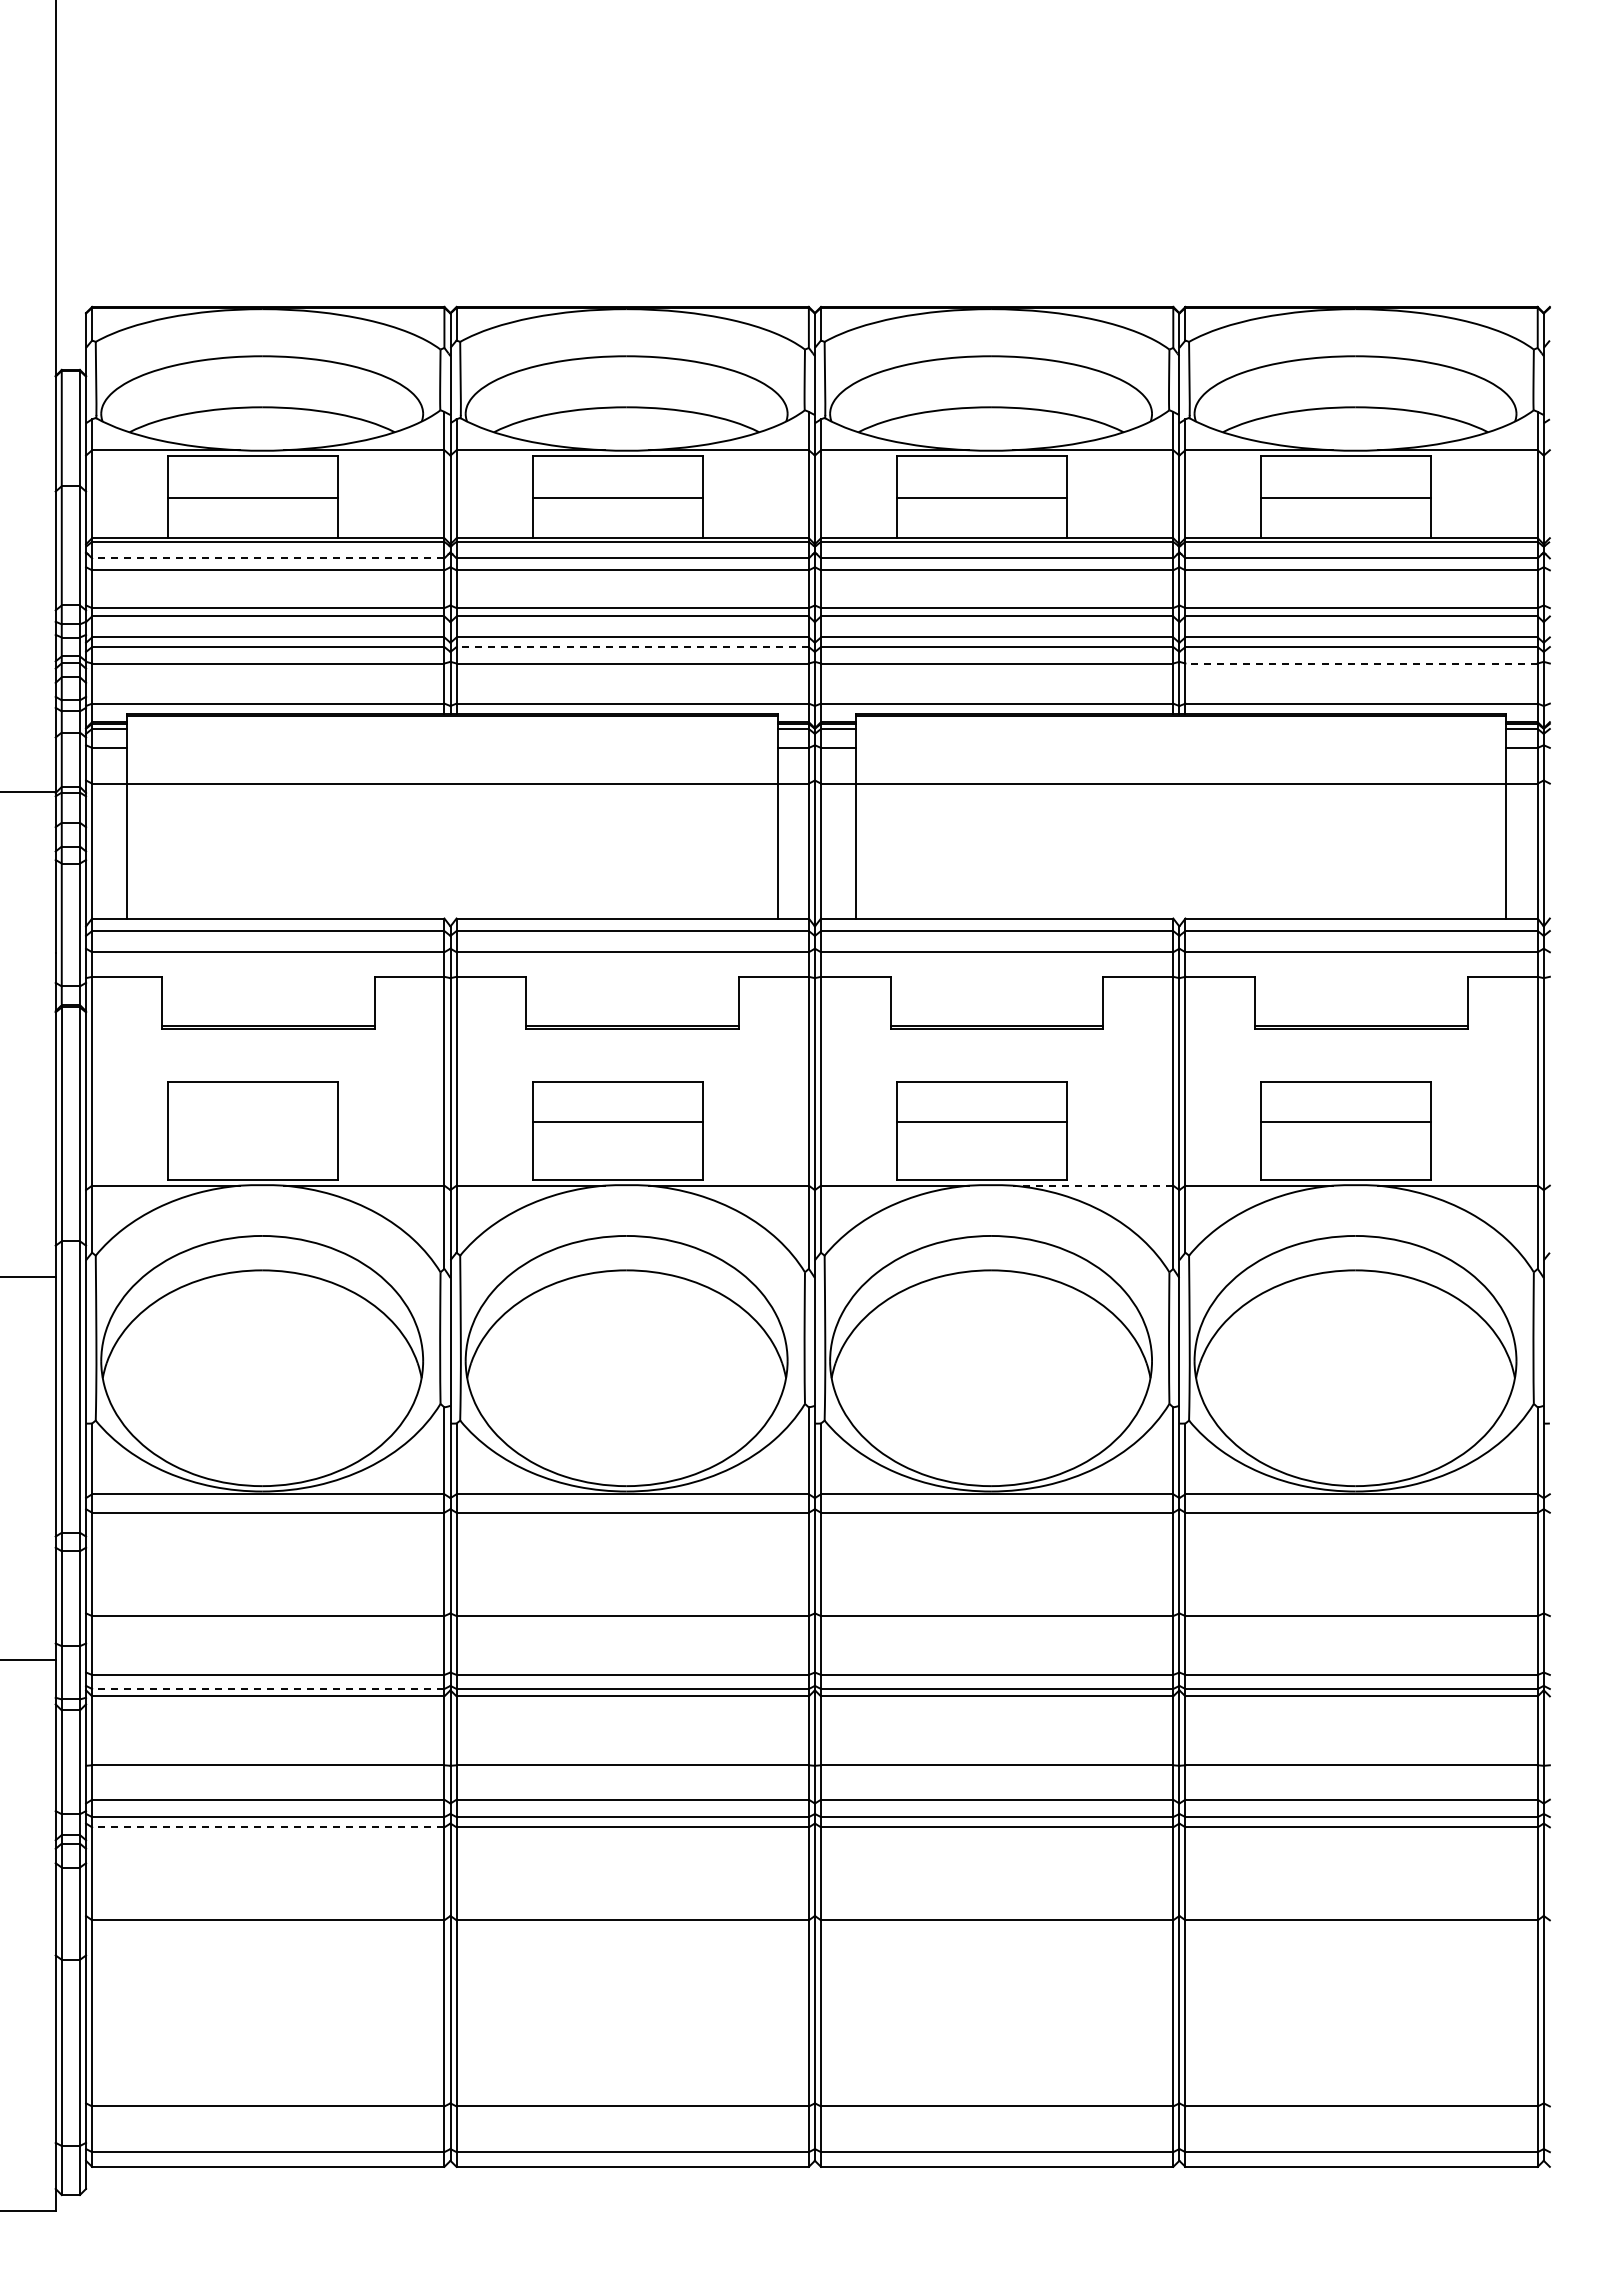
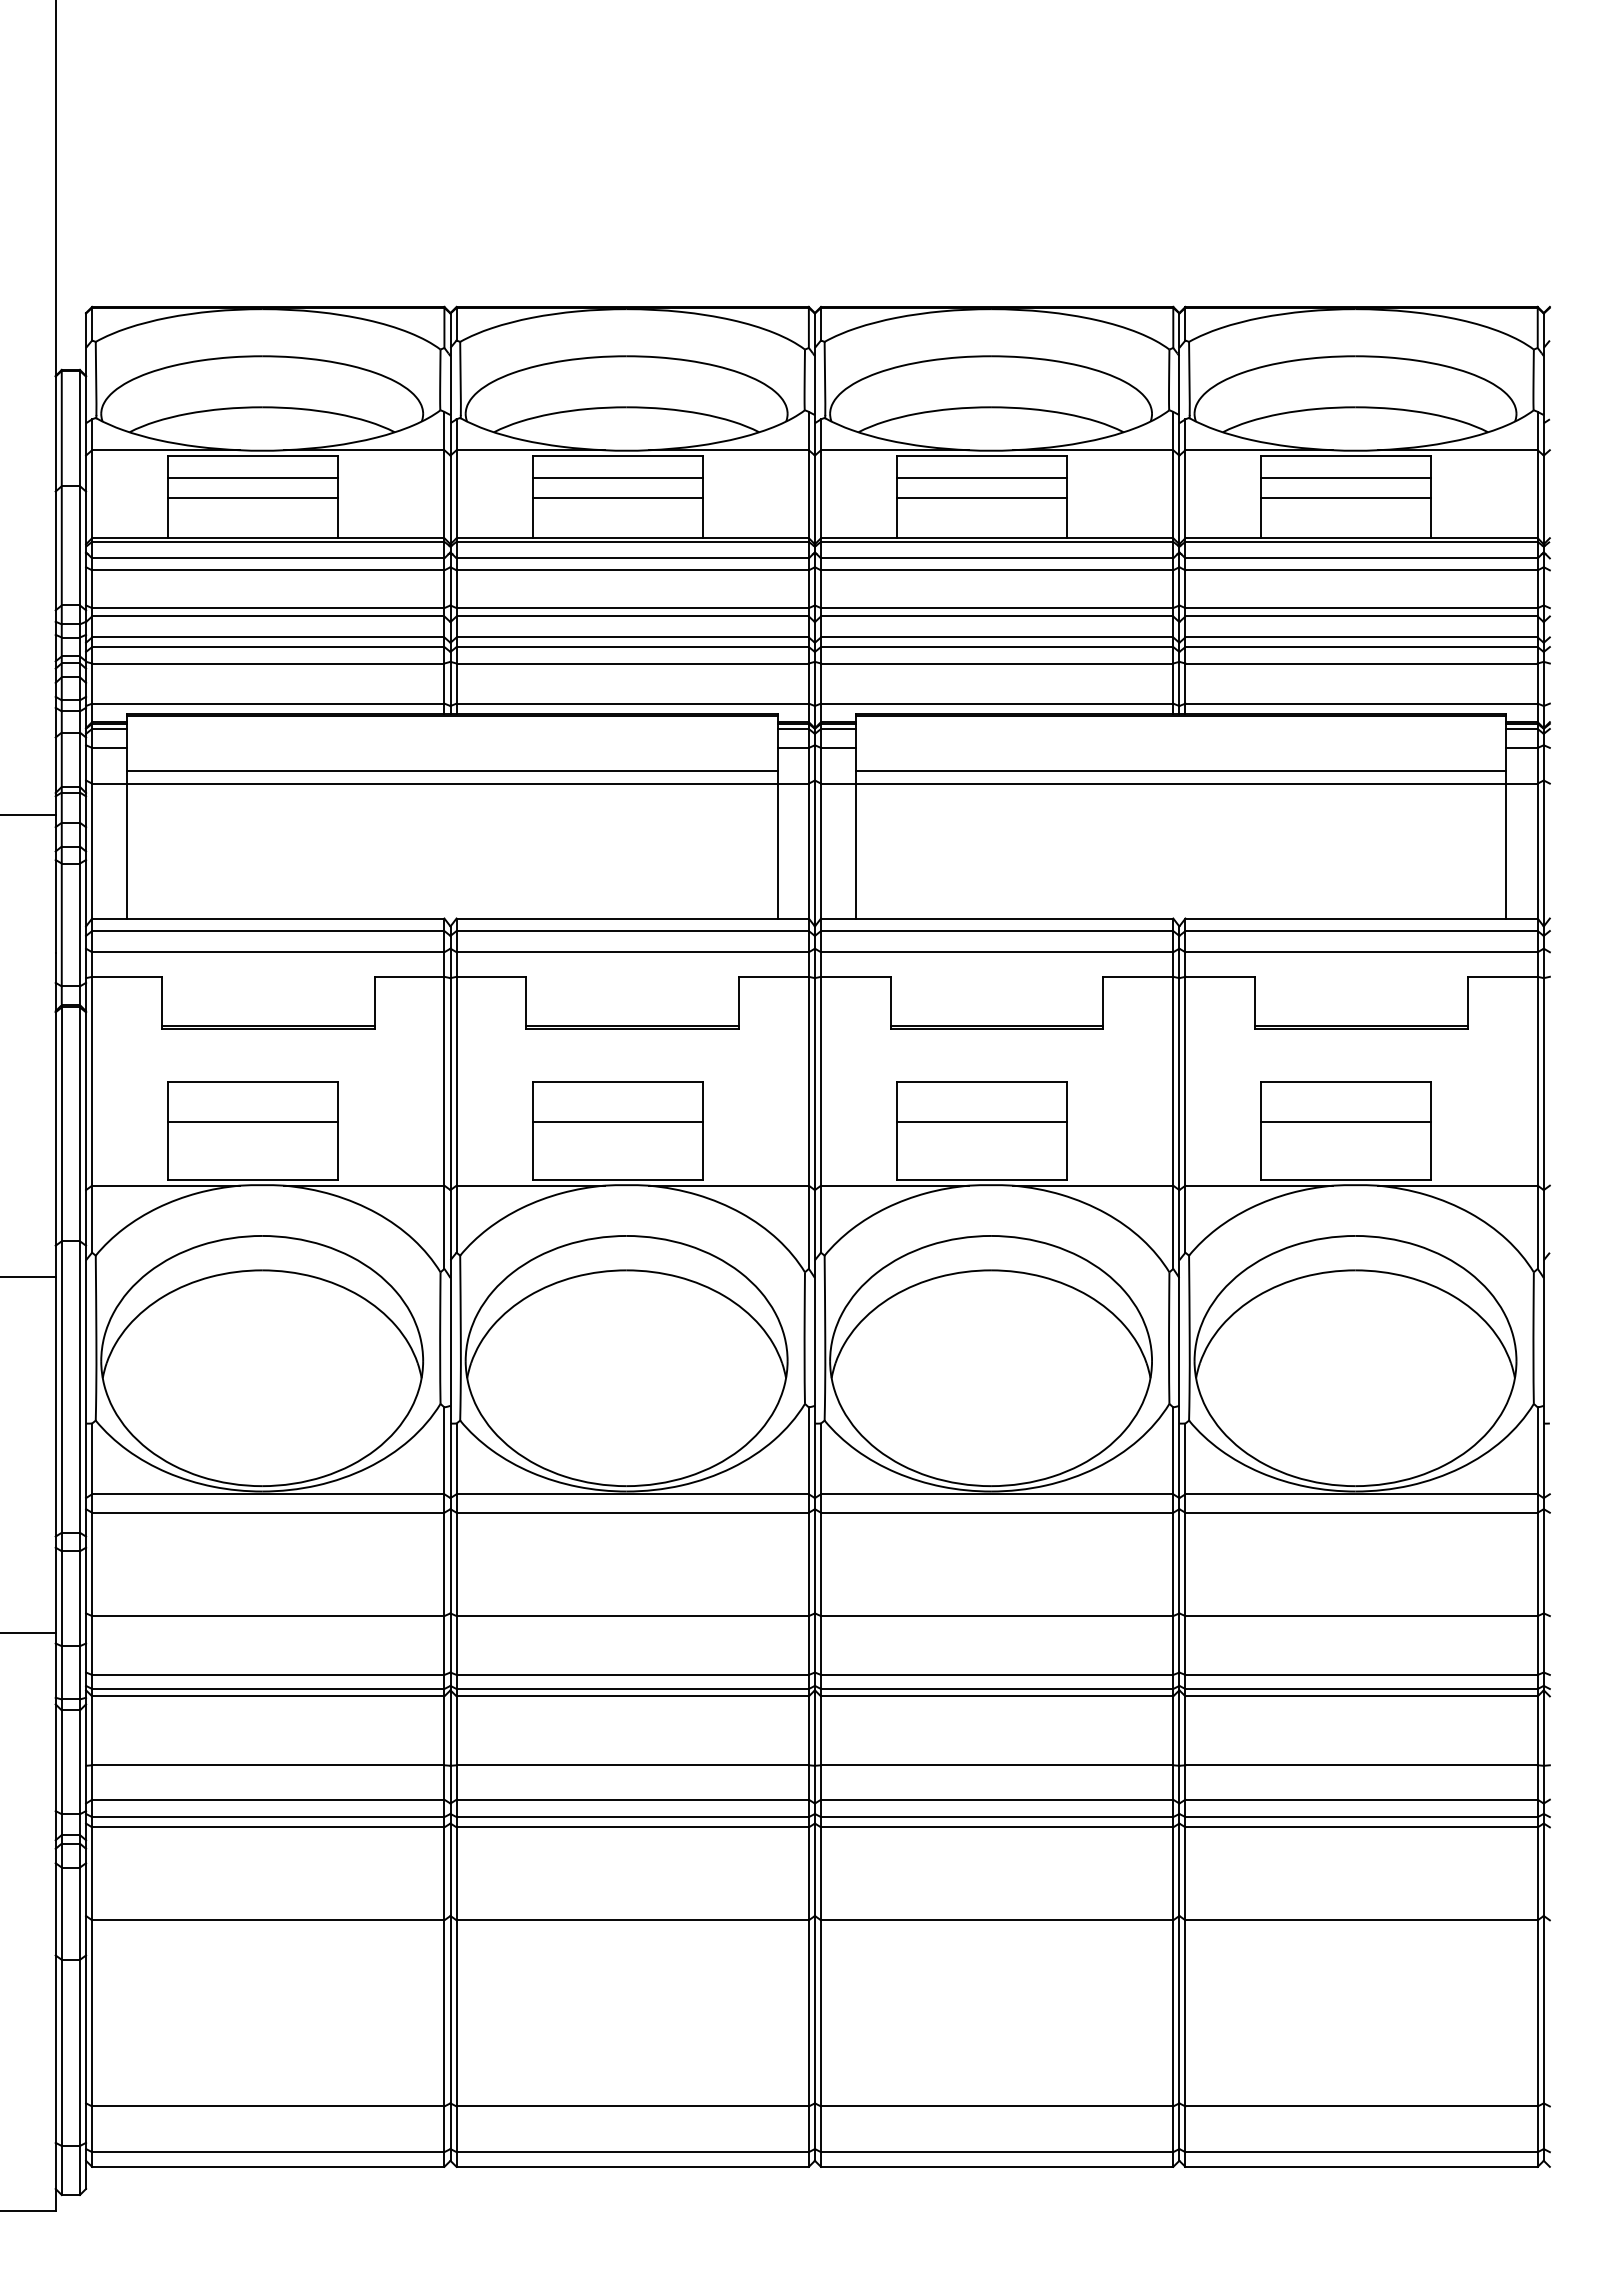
line at (253, 477): none -> present
line at (617, 477): none -> present
line at (981, 477): none -> present
line at (1346, 477): none -> present
line at (267, 558): dashed -> solid
line at (632, 647): dashed -> solid
line at (1361, 663): dashed -> solid
line at (452, 771): none -> present
line at (1180, 771): none -> present
line at (28, 792) position: (28, 792) -> (28, 815)
line at (253, 1121): none -> present
line at (1092, 1185): dashed -> solid
line at (28, 1660) position: (28, 1660) -> (28, 1633)
line at (267, 1689): dashed -> solid
line at (267, 1827): dashed -> solid
